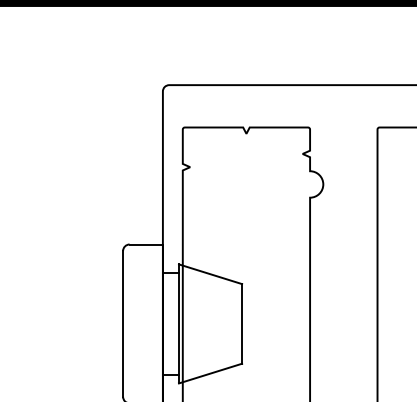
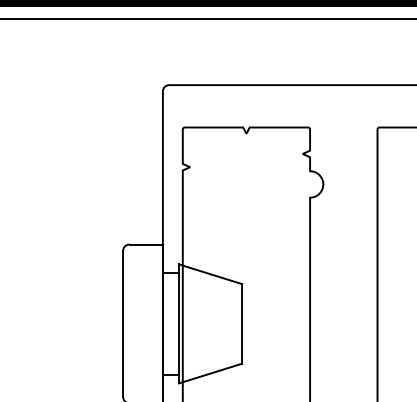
line at (207, 18): none -> present
